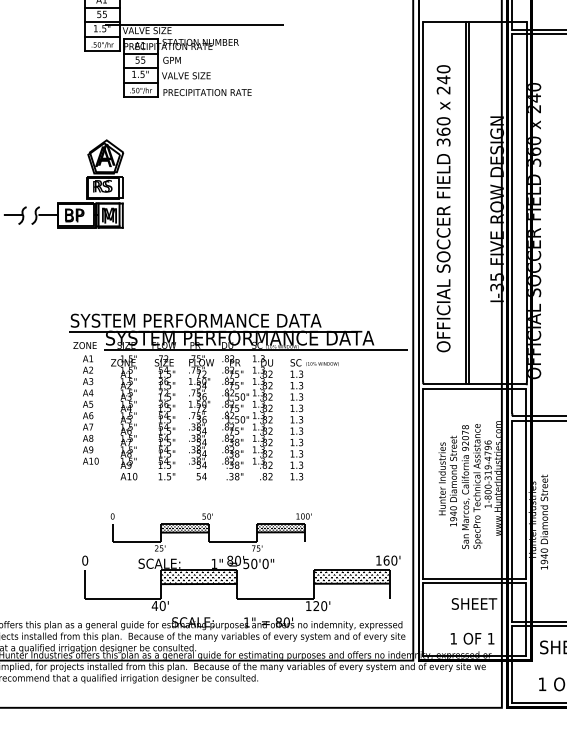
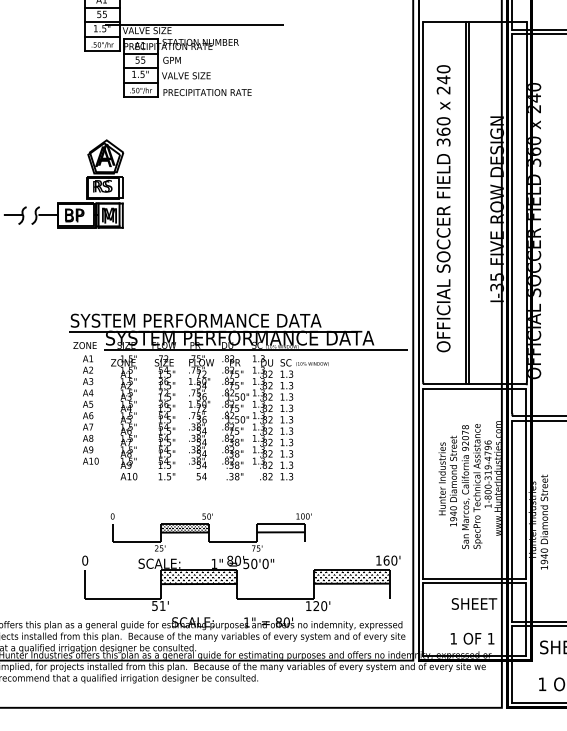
text at (314, 419) position: (314, 419) -> (304, 419)
hatch at (280, 528): present -> none
text at (158, 605): 40' -> 51'
